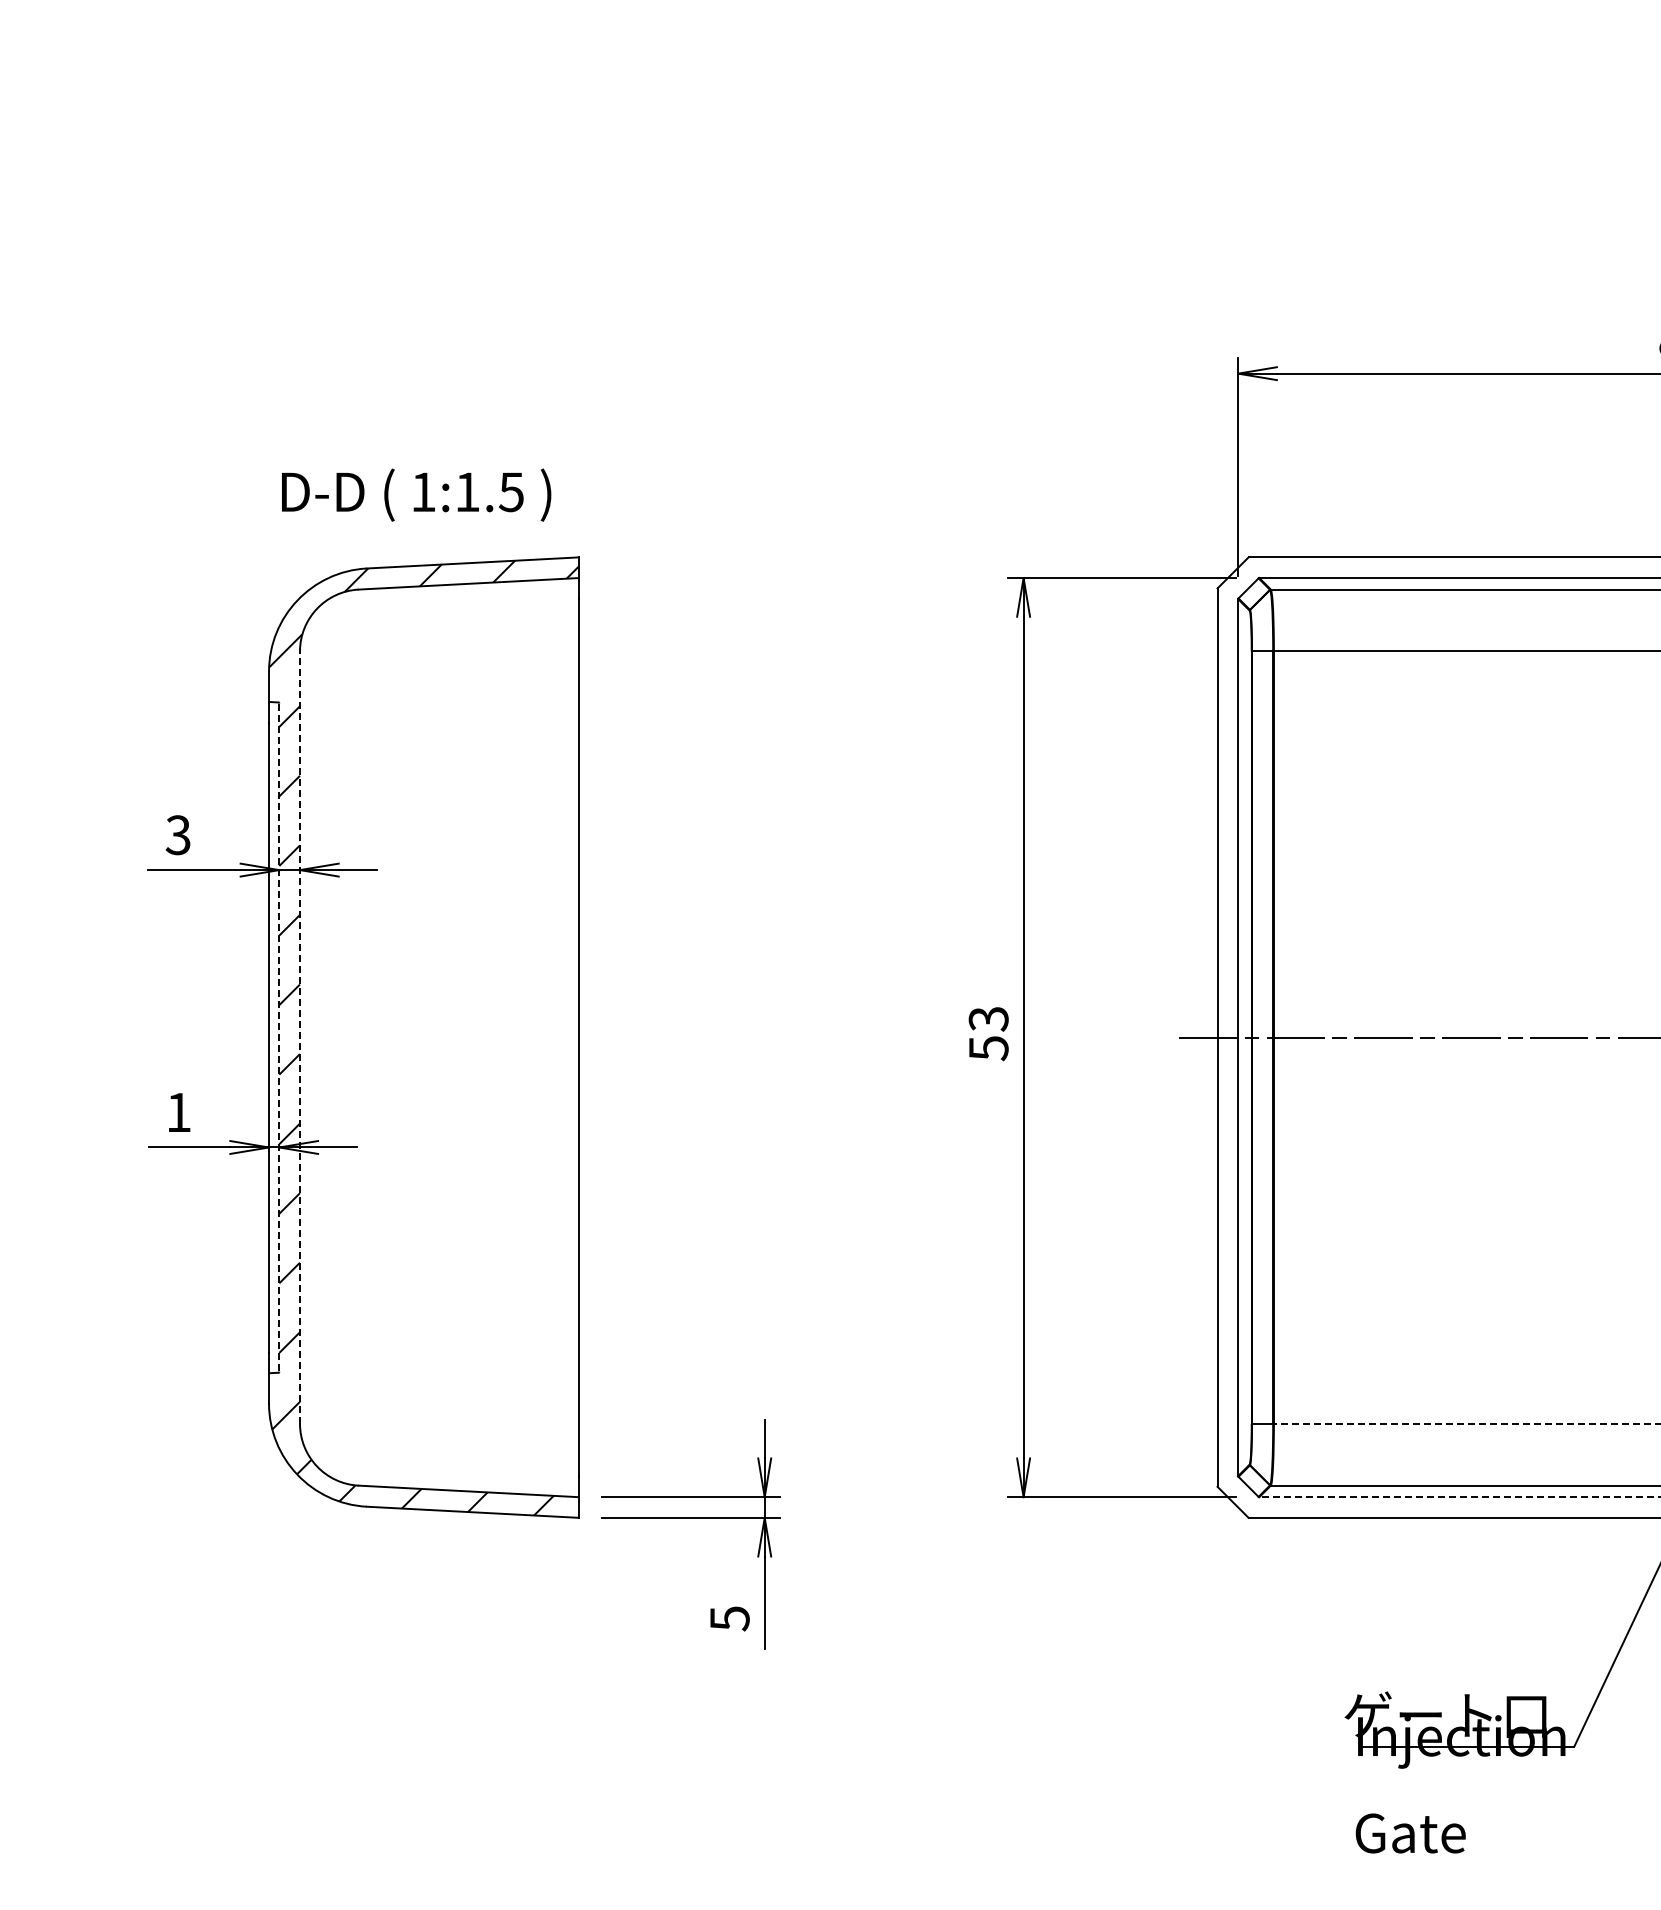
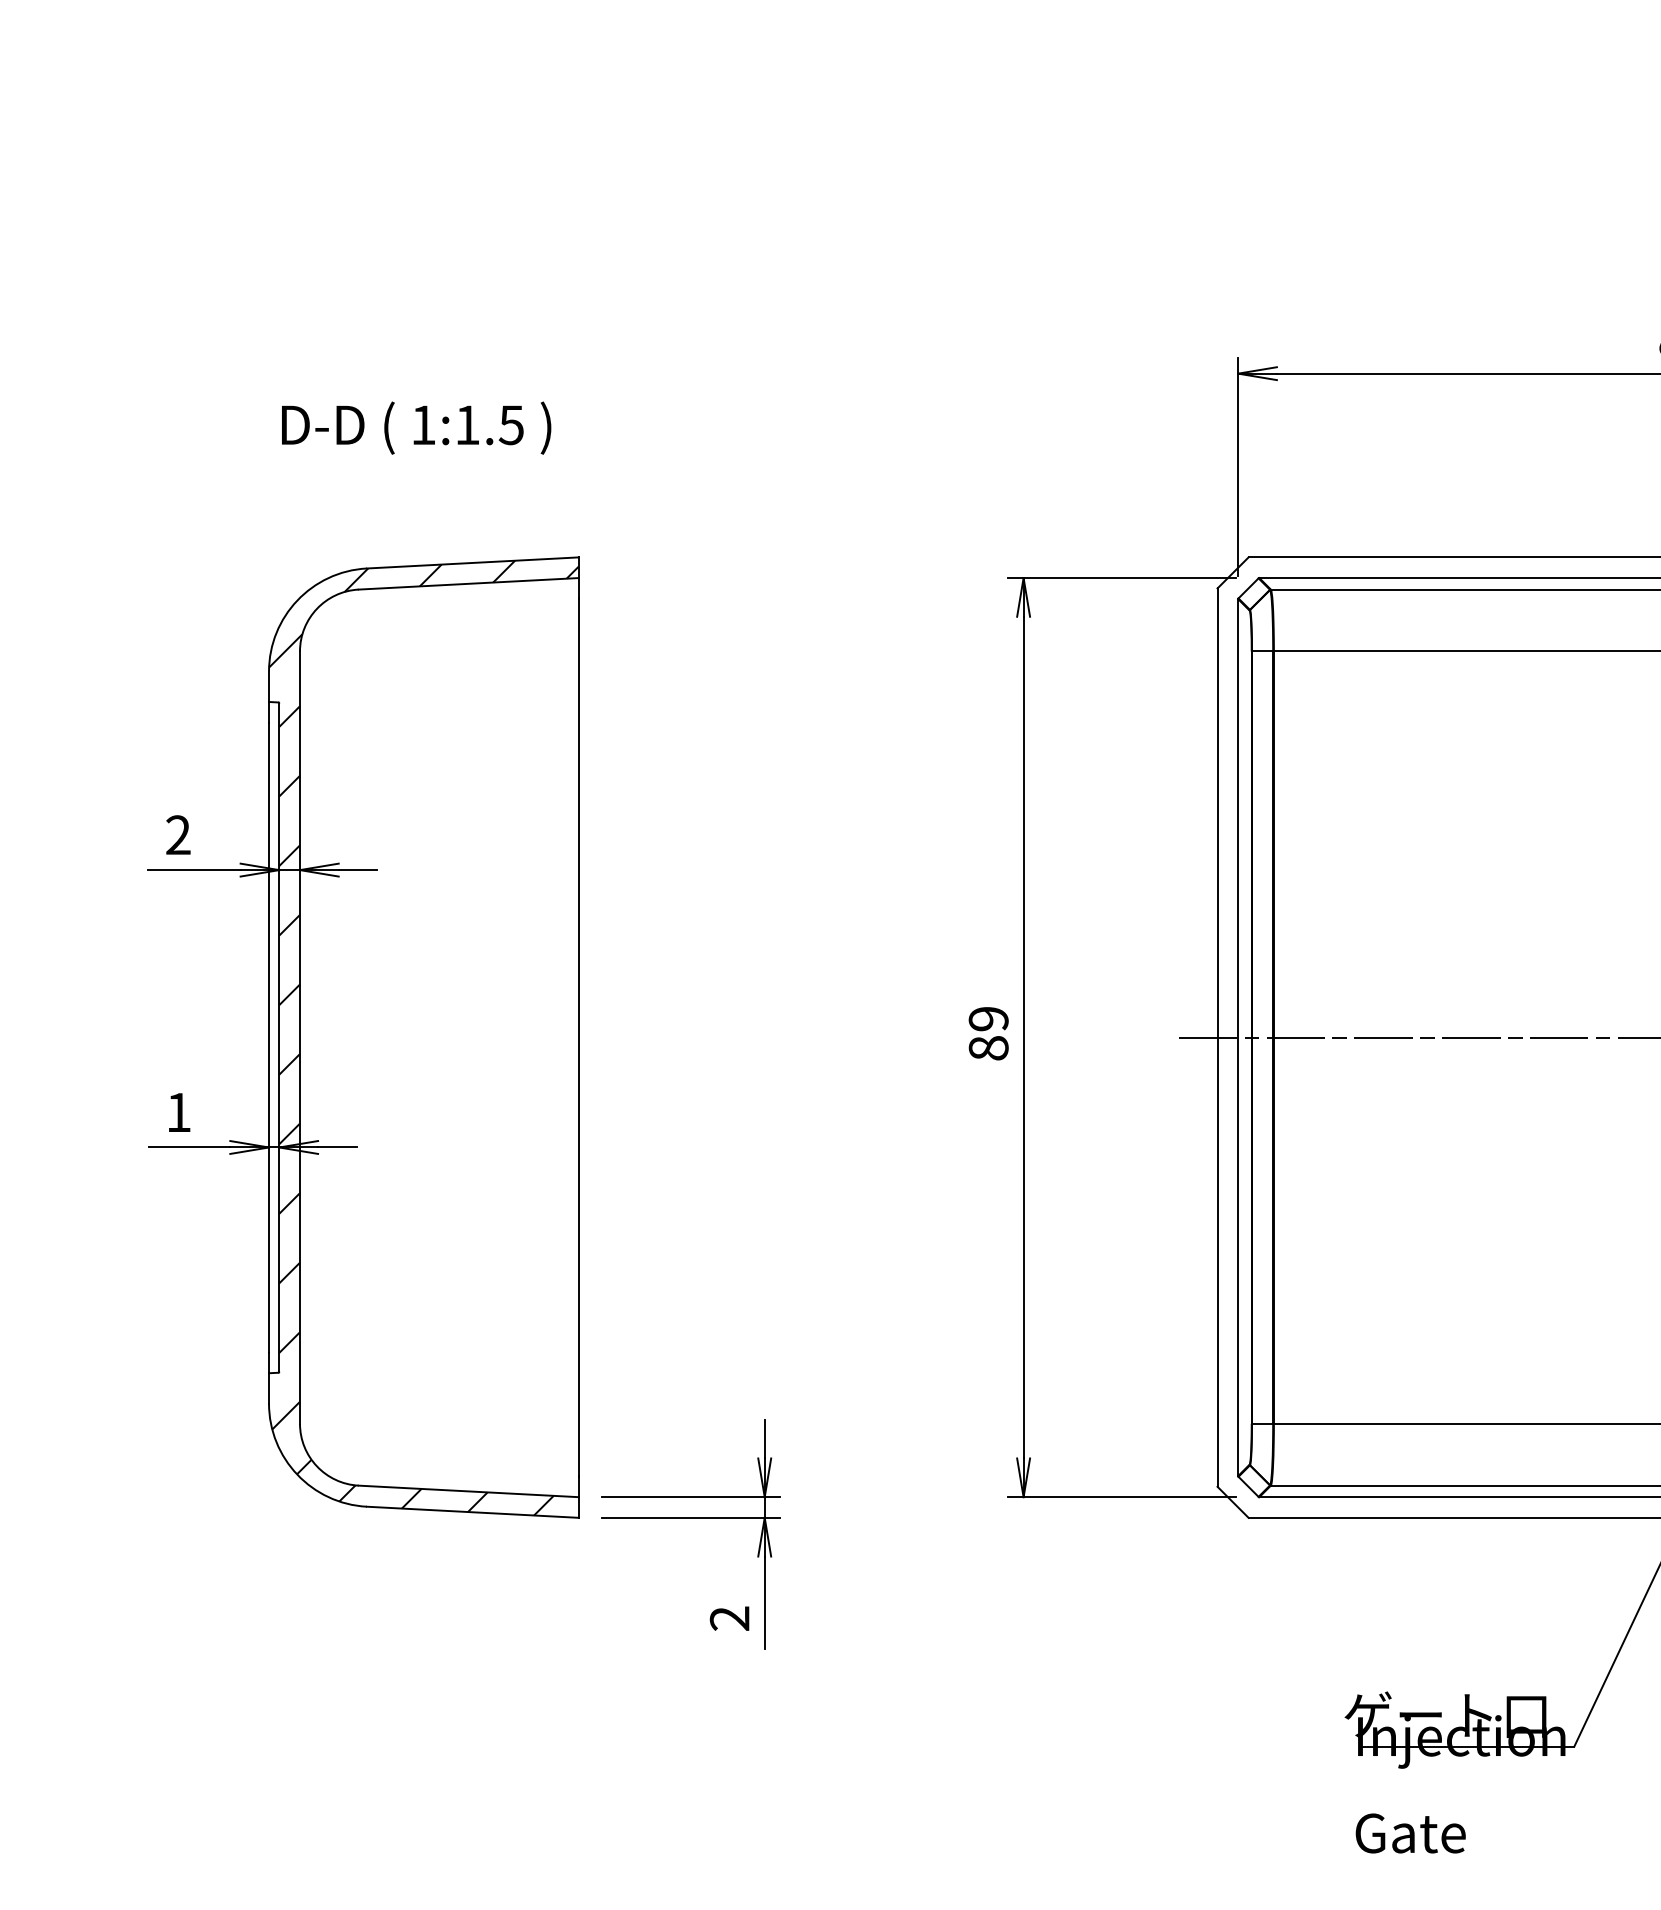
text at (416, 494) position: (416, 494) -> (416, 427)
text at (177, 835): 3 -> 2
text at (988, 1034): 53 -> 89
line at (300, 1037): dashed -> solid
line at (279, 1038): dashed -> solid
line at (1466, 1423): dashed -> solid
line at (1459, 1497): dashed -> solid
text at (729, 1618): 5 -> 2
